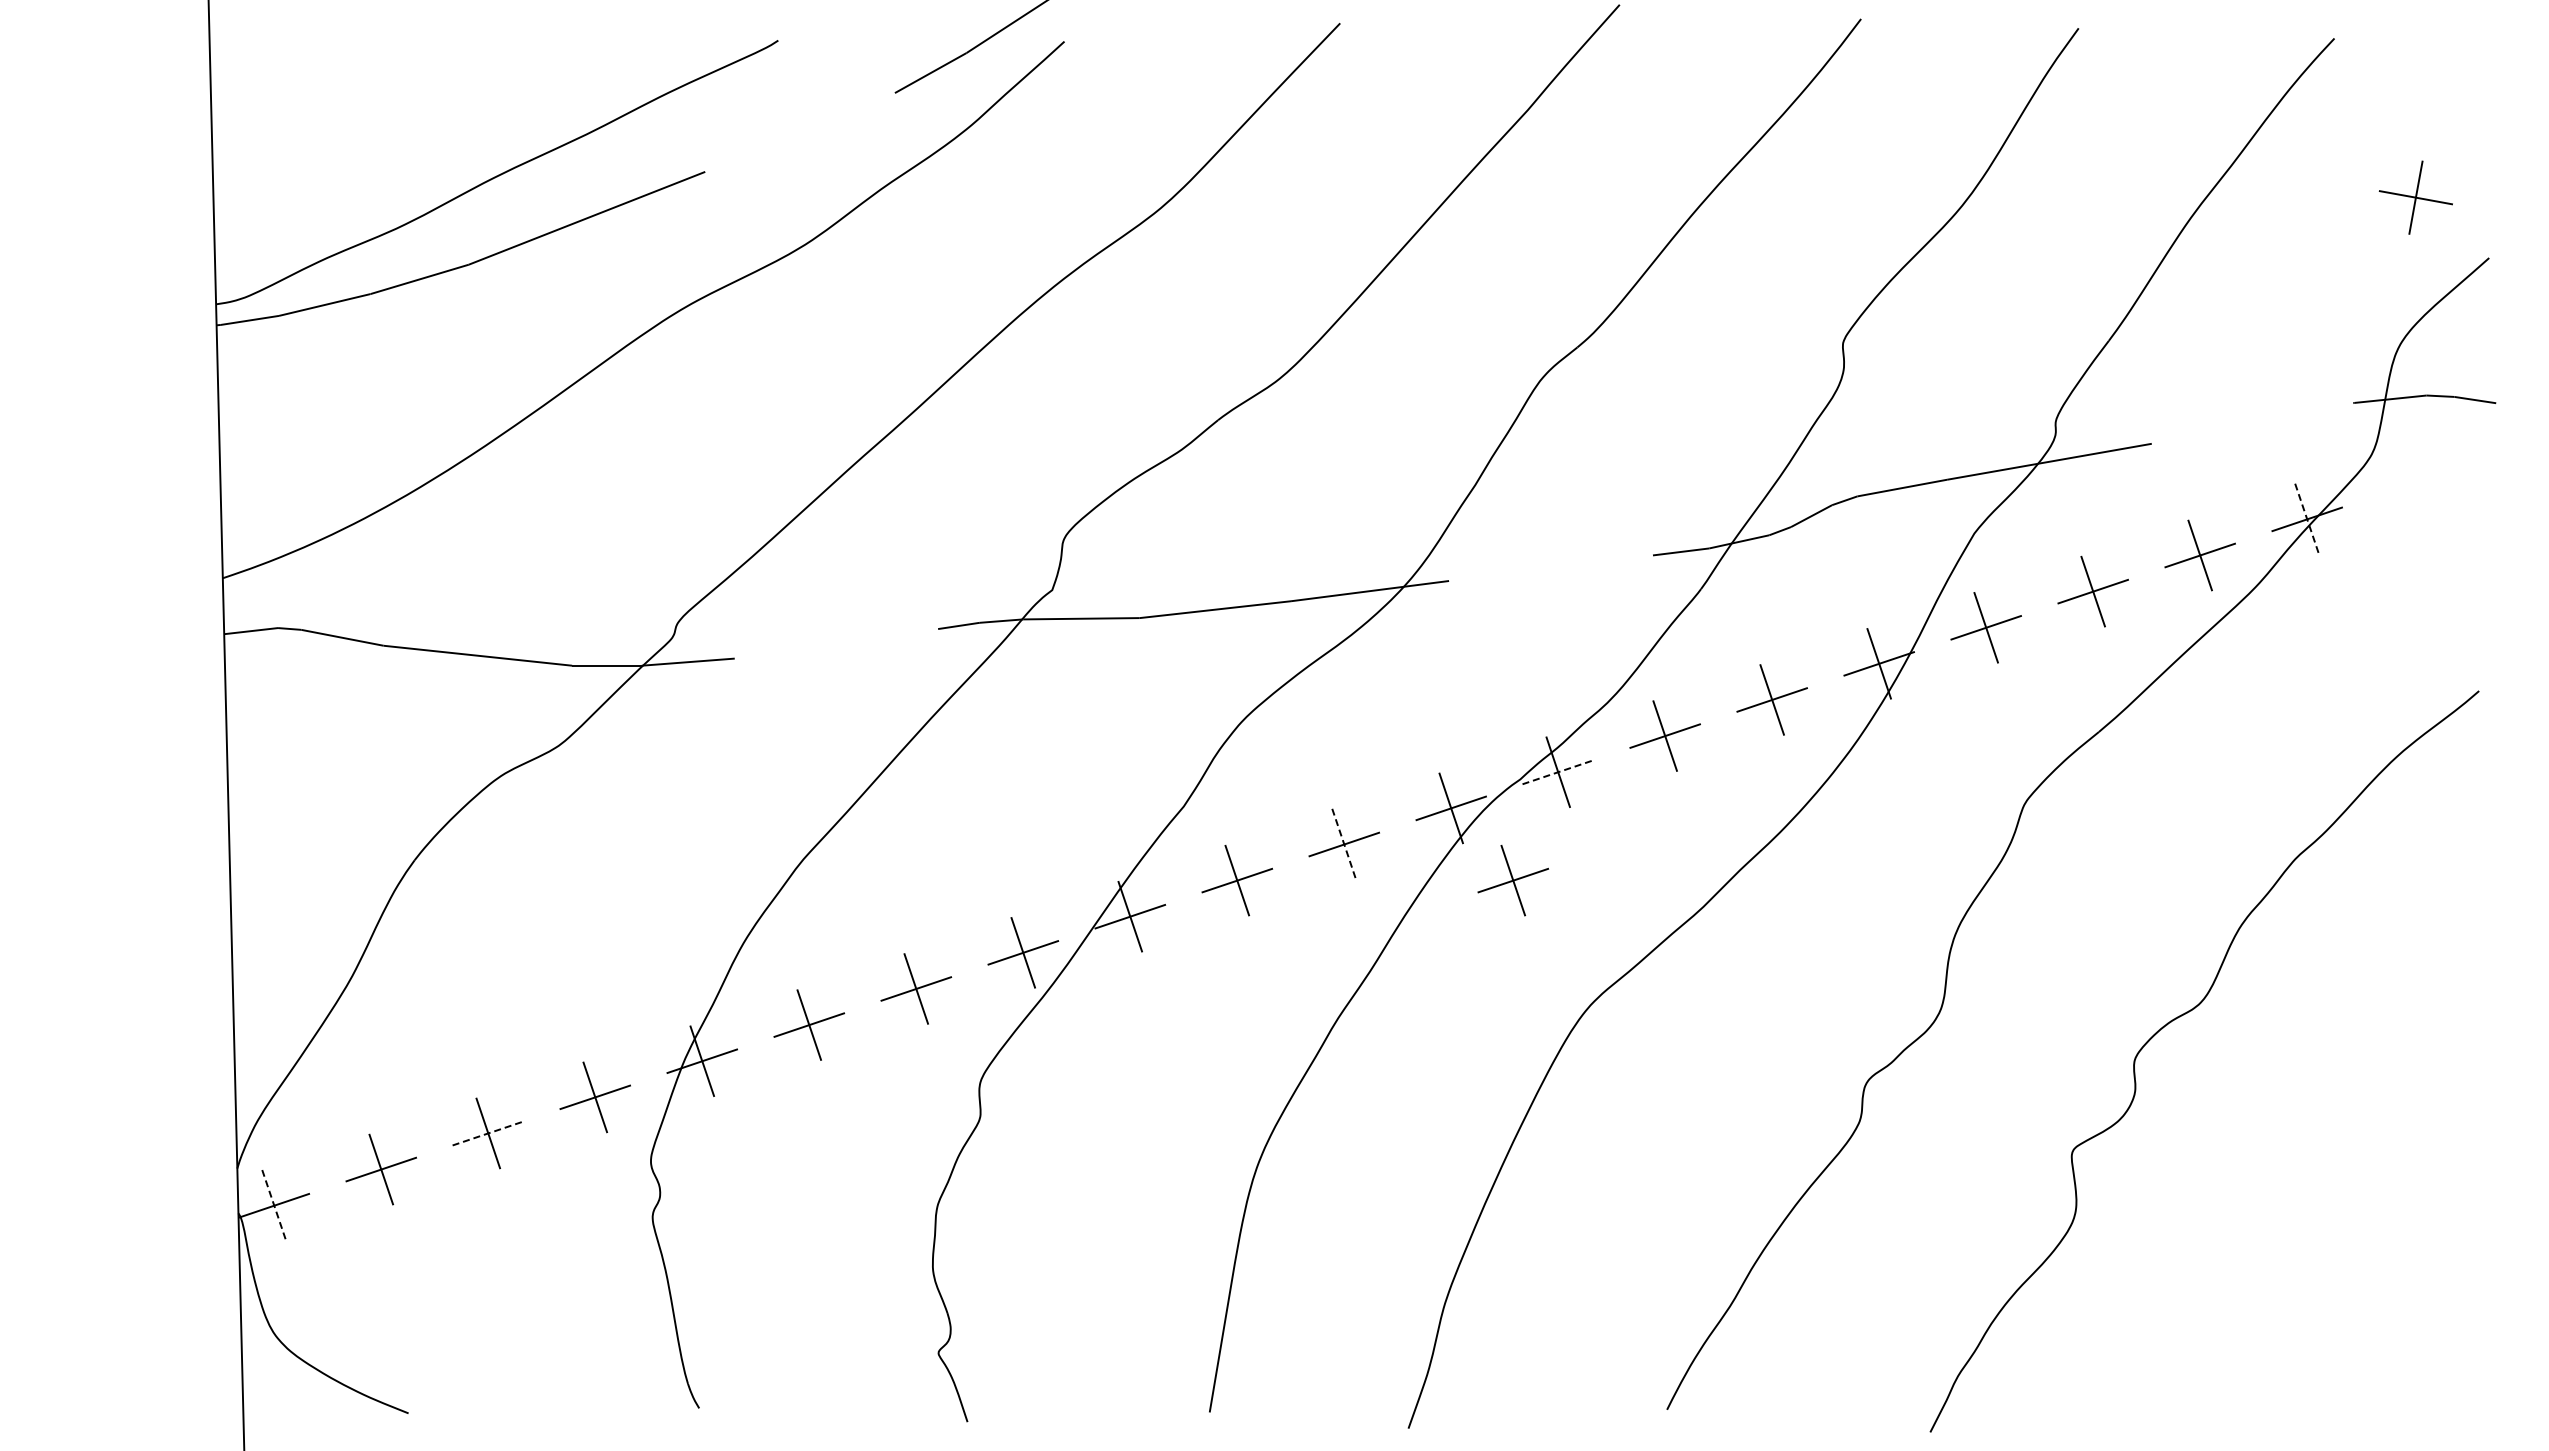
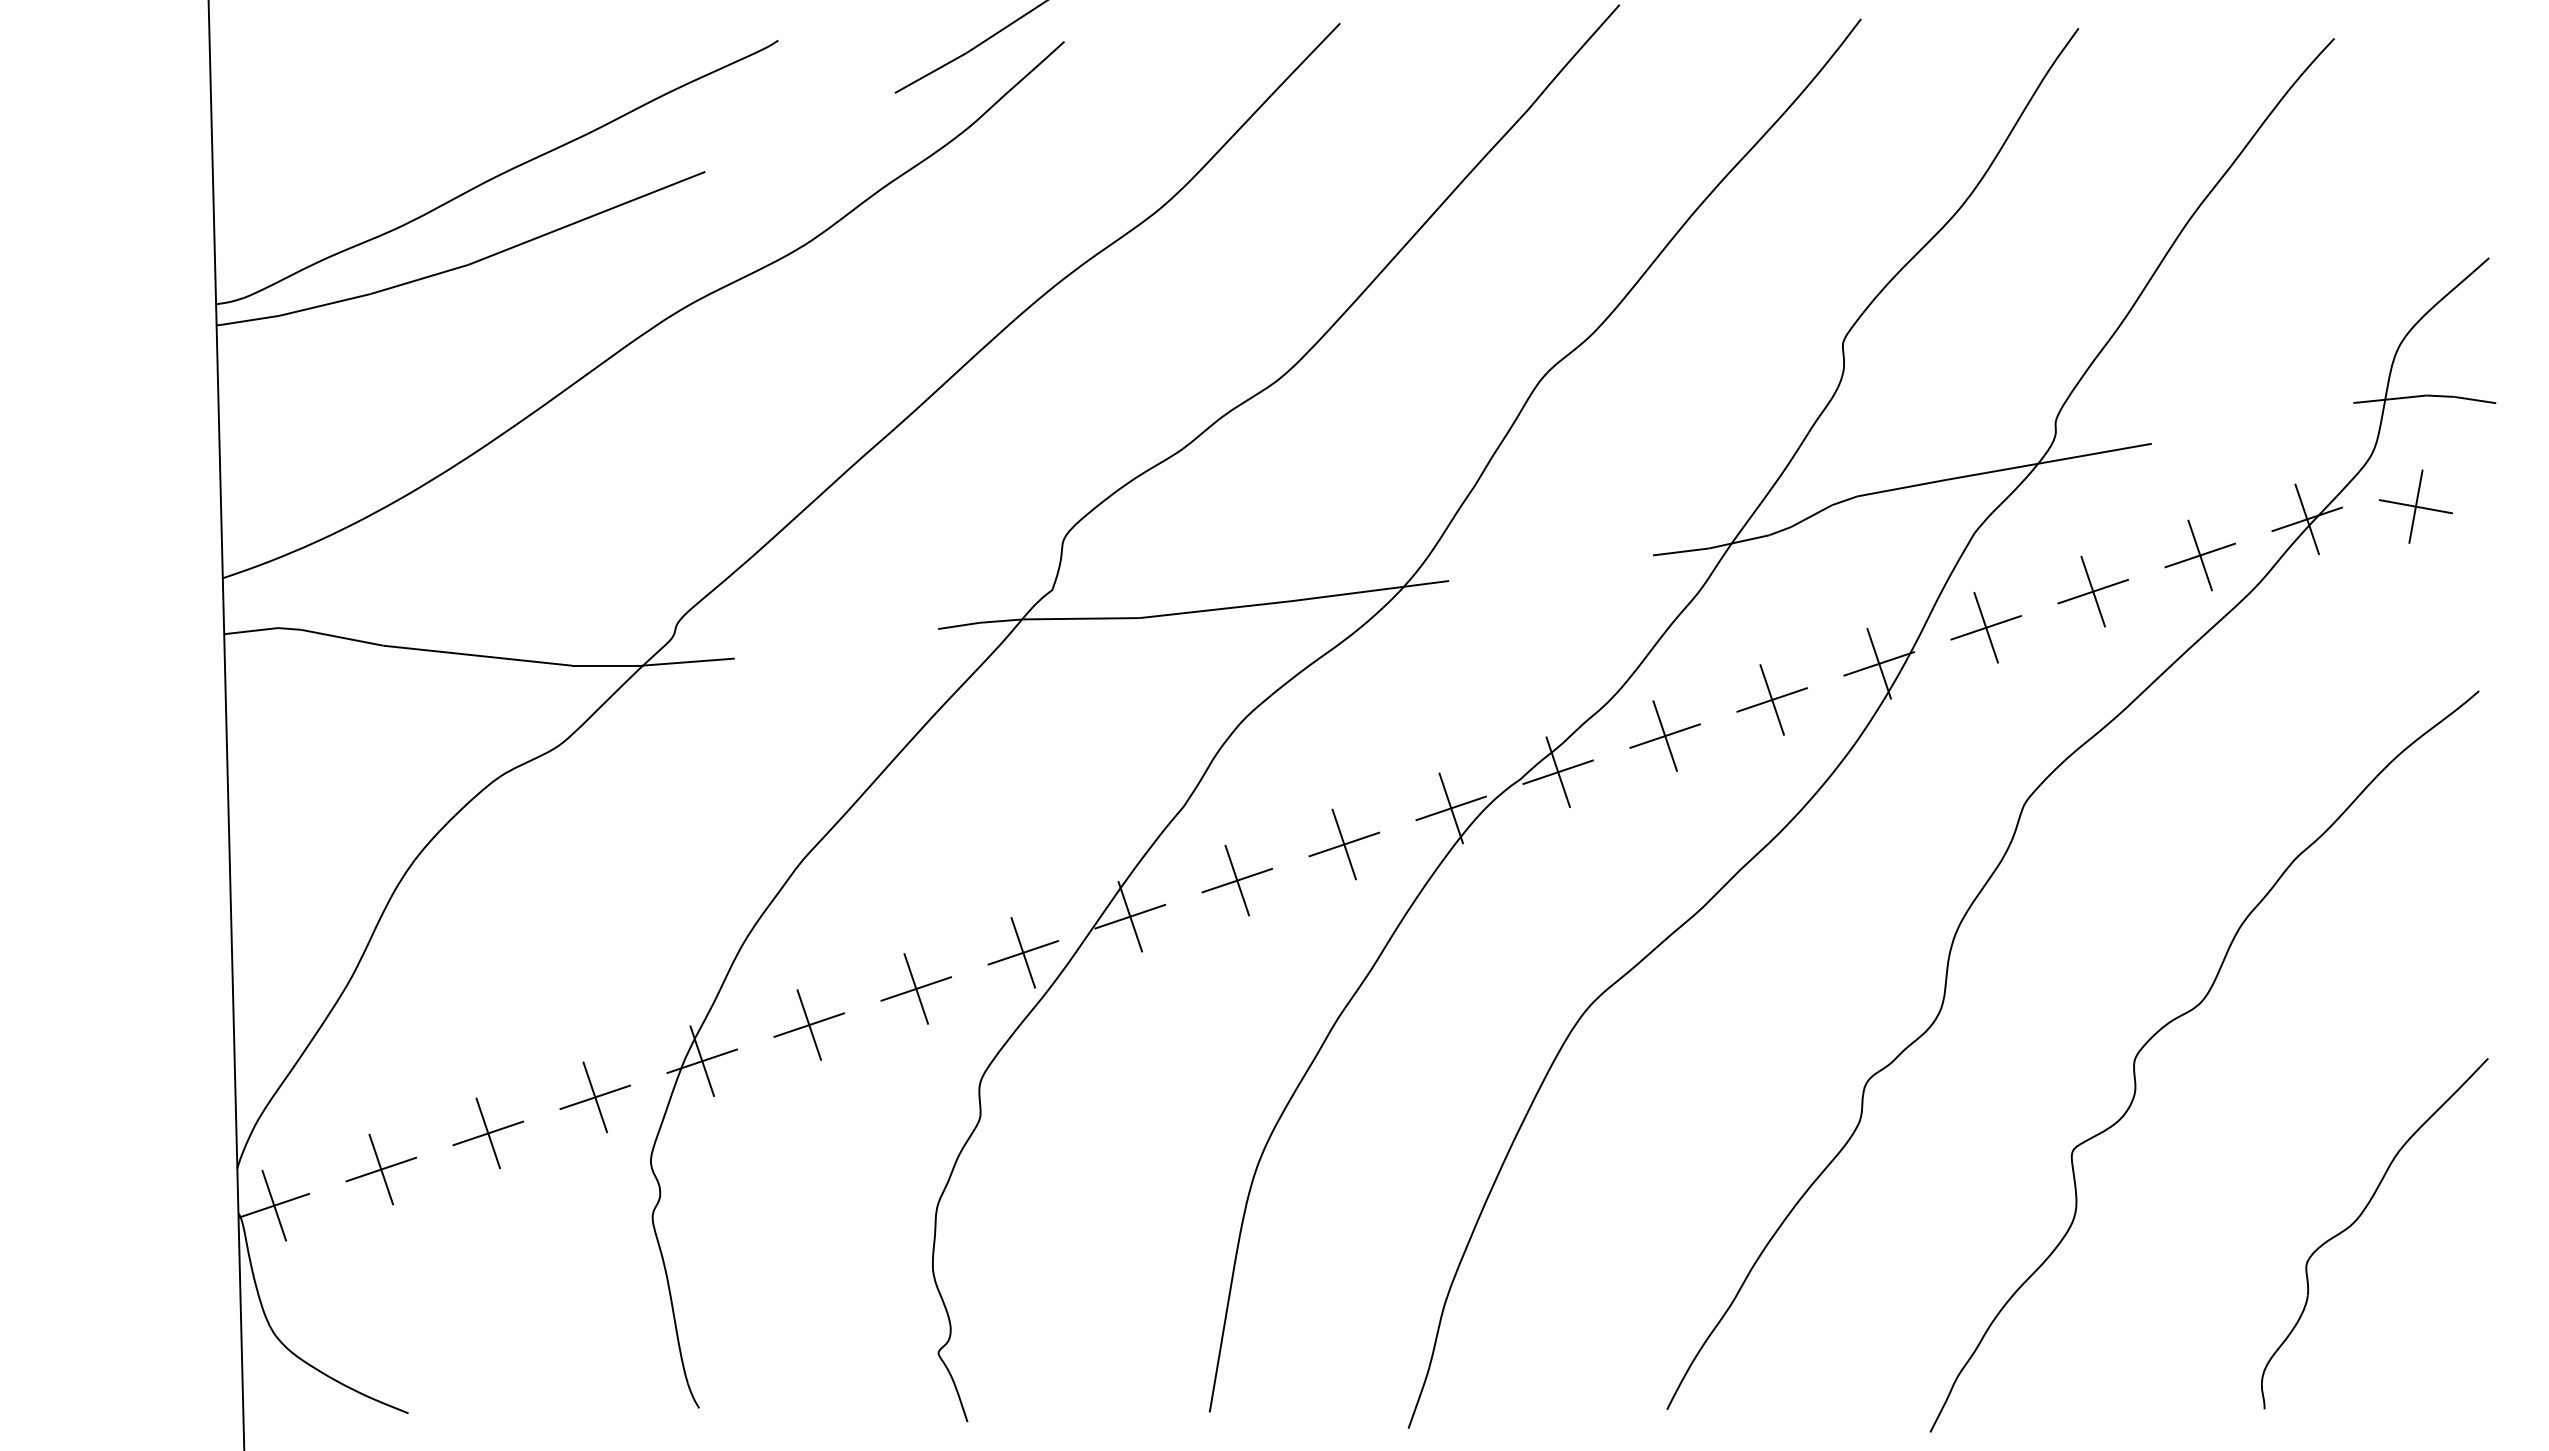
part at (2415, 197) position: (2415, 197) -> (2415, 506)
line at (2307, 519): dashed -> solid
line at (1558, 772): dashed -> solid
line at (1344, 844): dashed -> solid
part at (1512, 880): present -> none
line at (488, 1133): dashed -> solid
line at (274, 1205): dashed -> solid
part at (2358, 1219): none -> present
